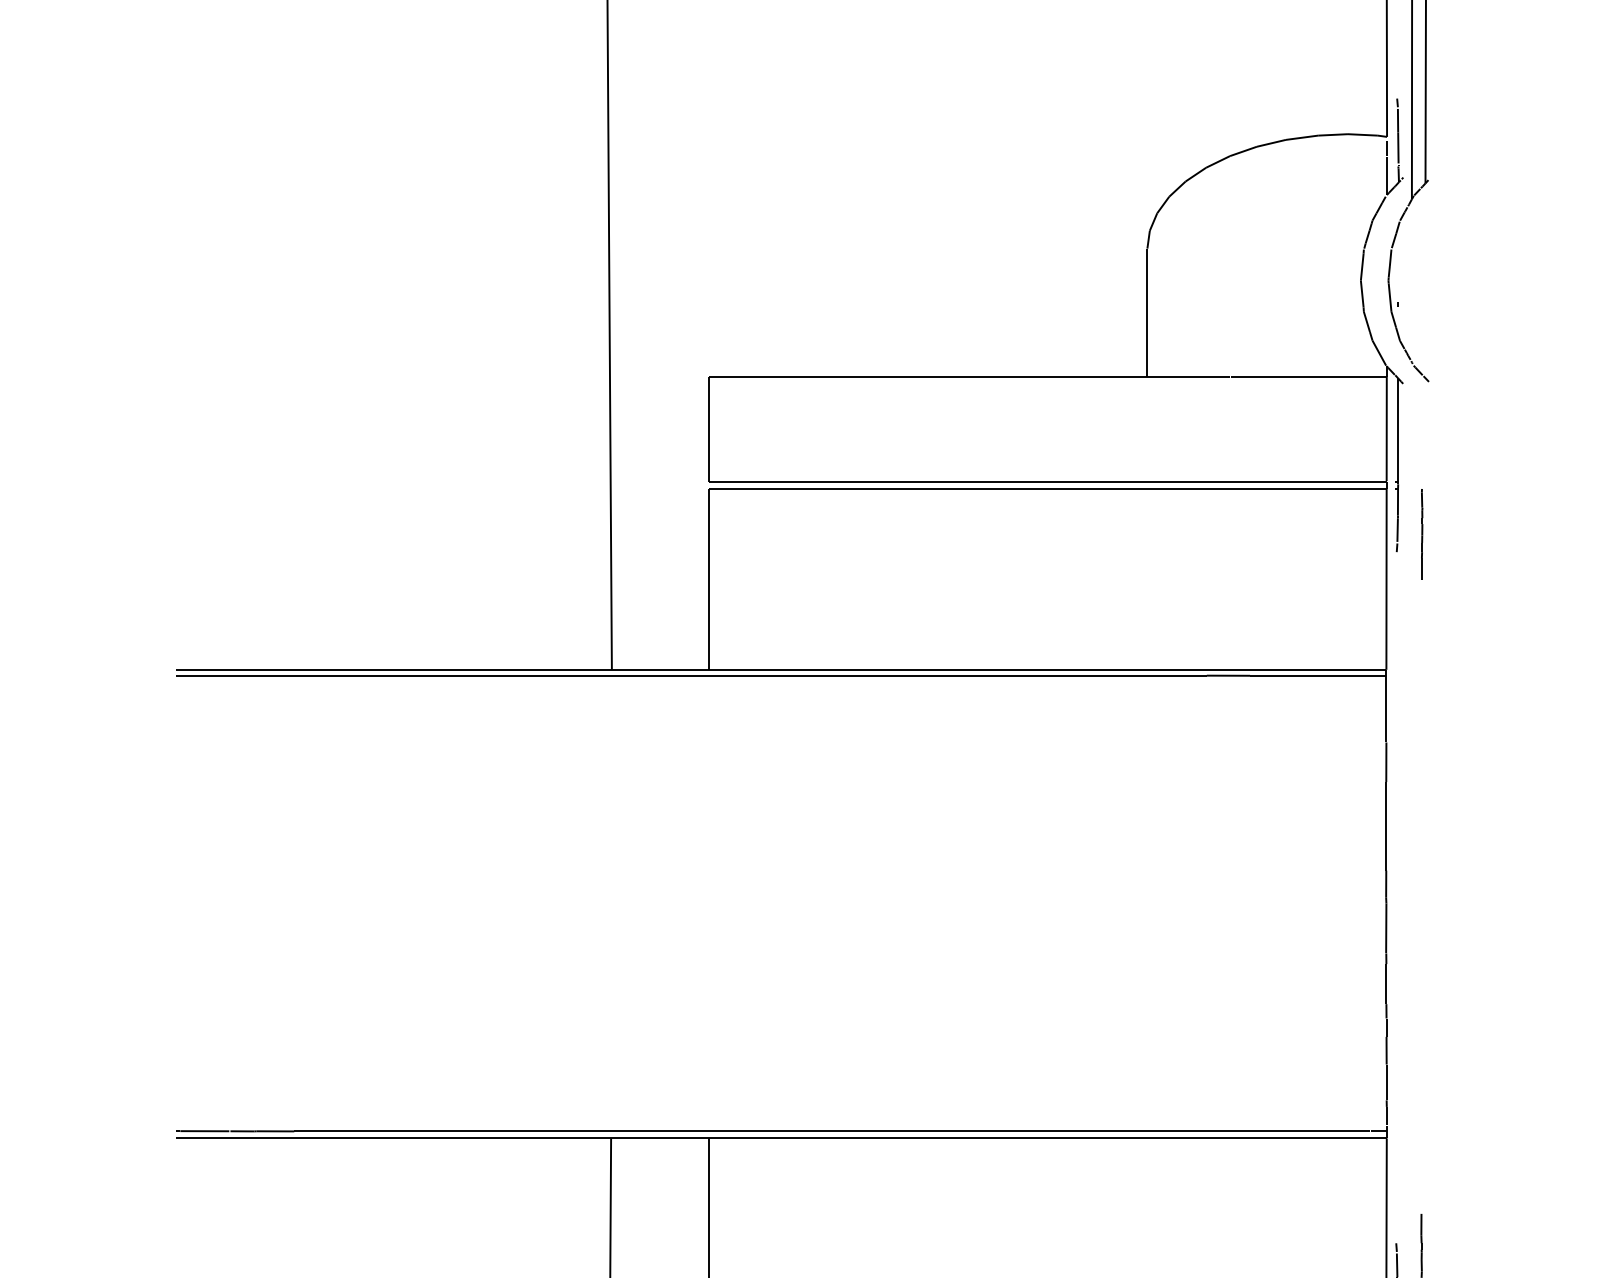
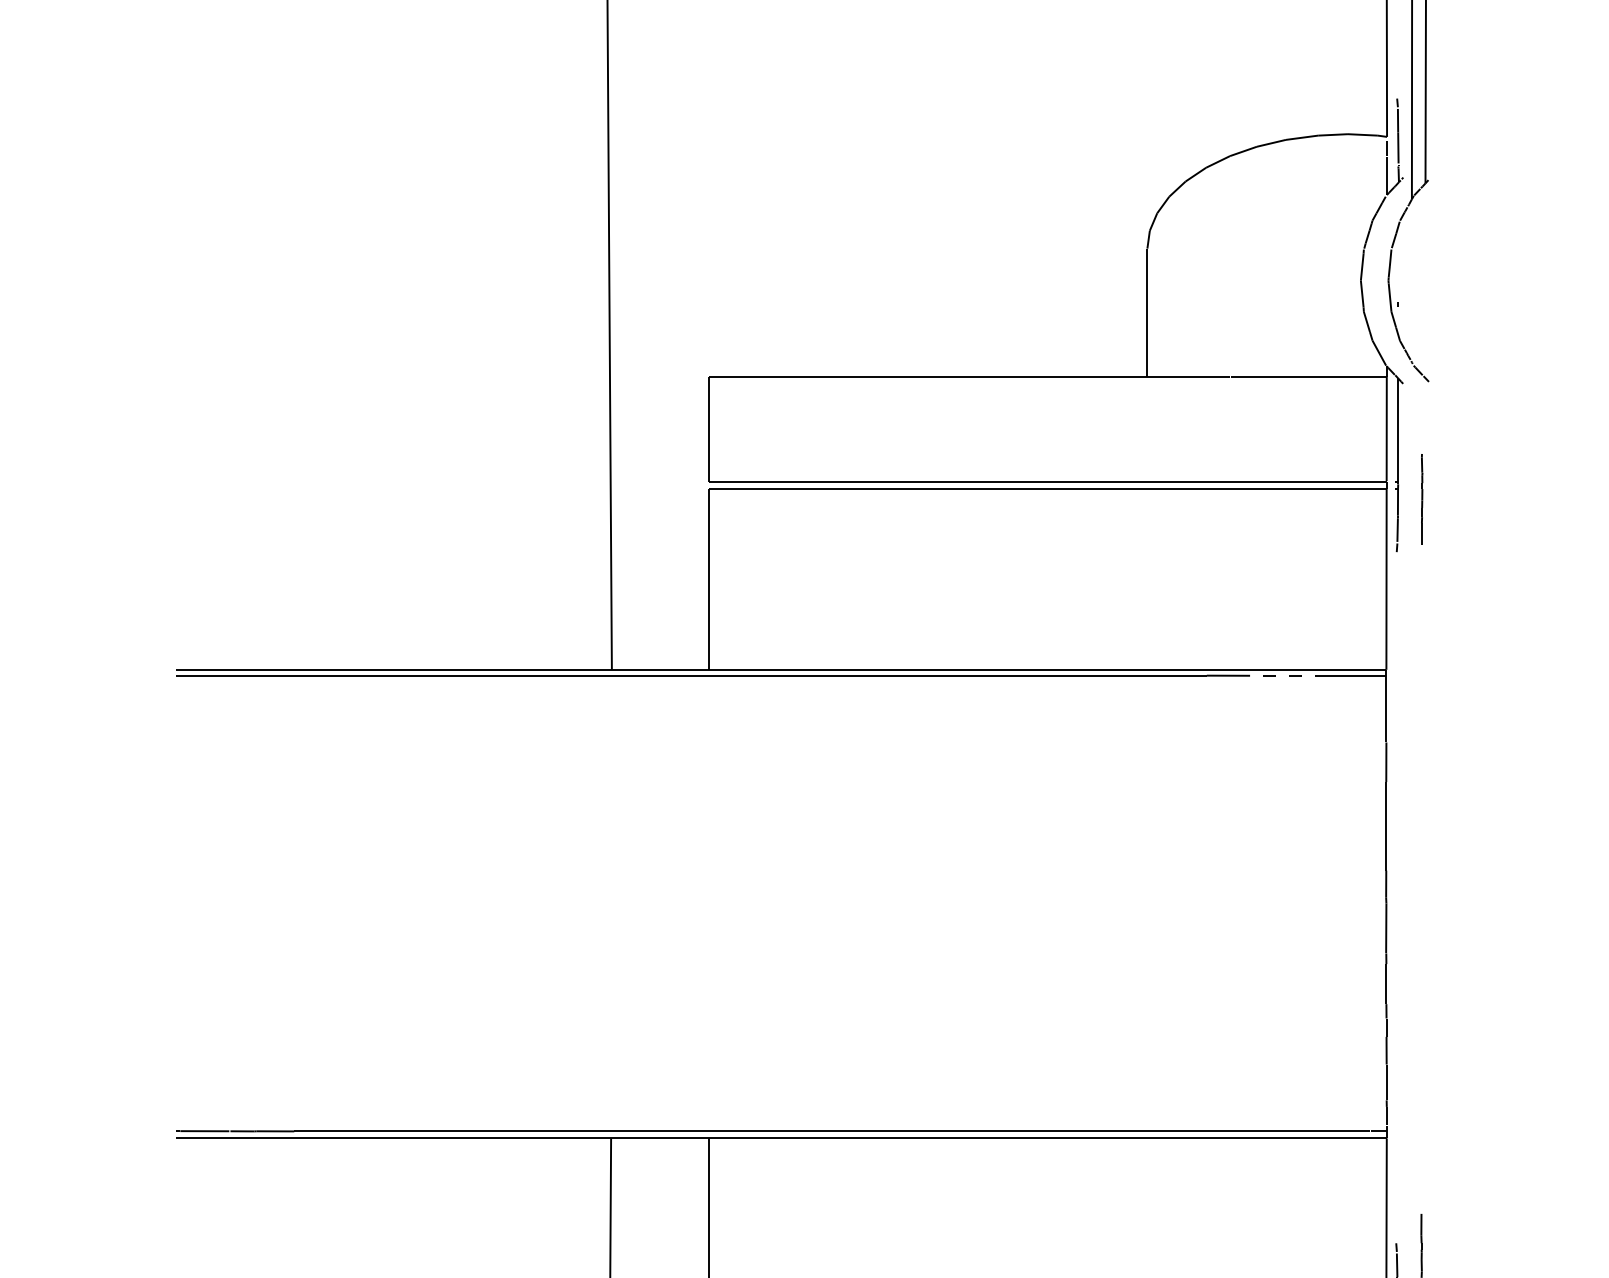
line at (1422, 534) position: (1422, 534) -> (1422, 499)
line at (1289, 675): solid -> dashed
